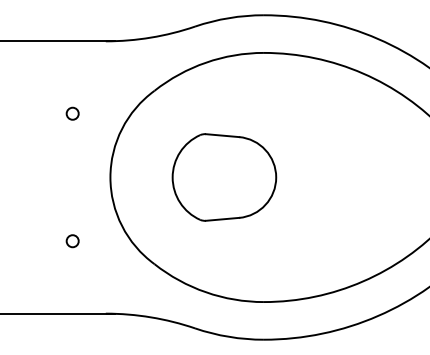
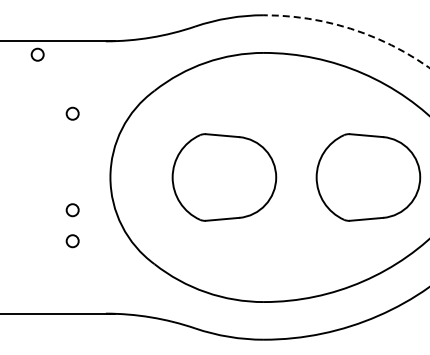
arc at (350, 28): solid -> dashed
circle at (37, 54): none -> present
part at (368, 177): none -> present
circle at (72, 210): none -> present
